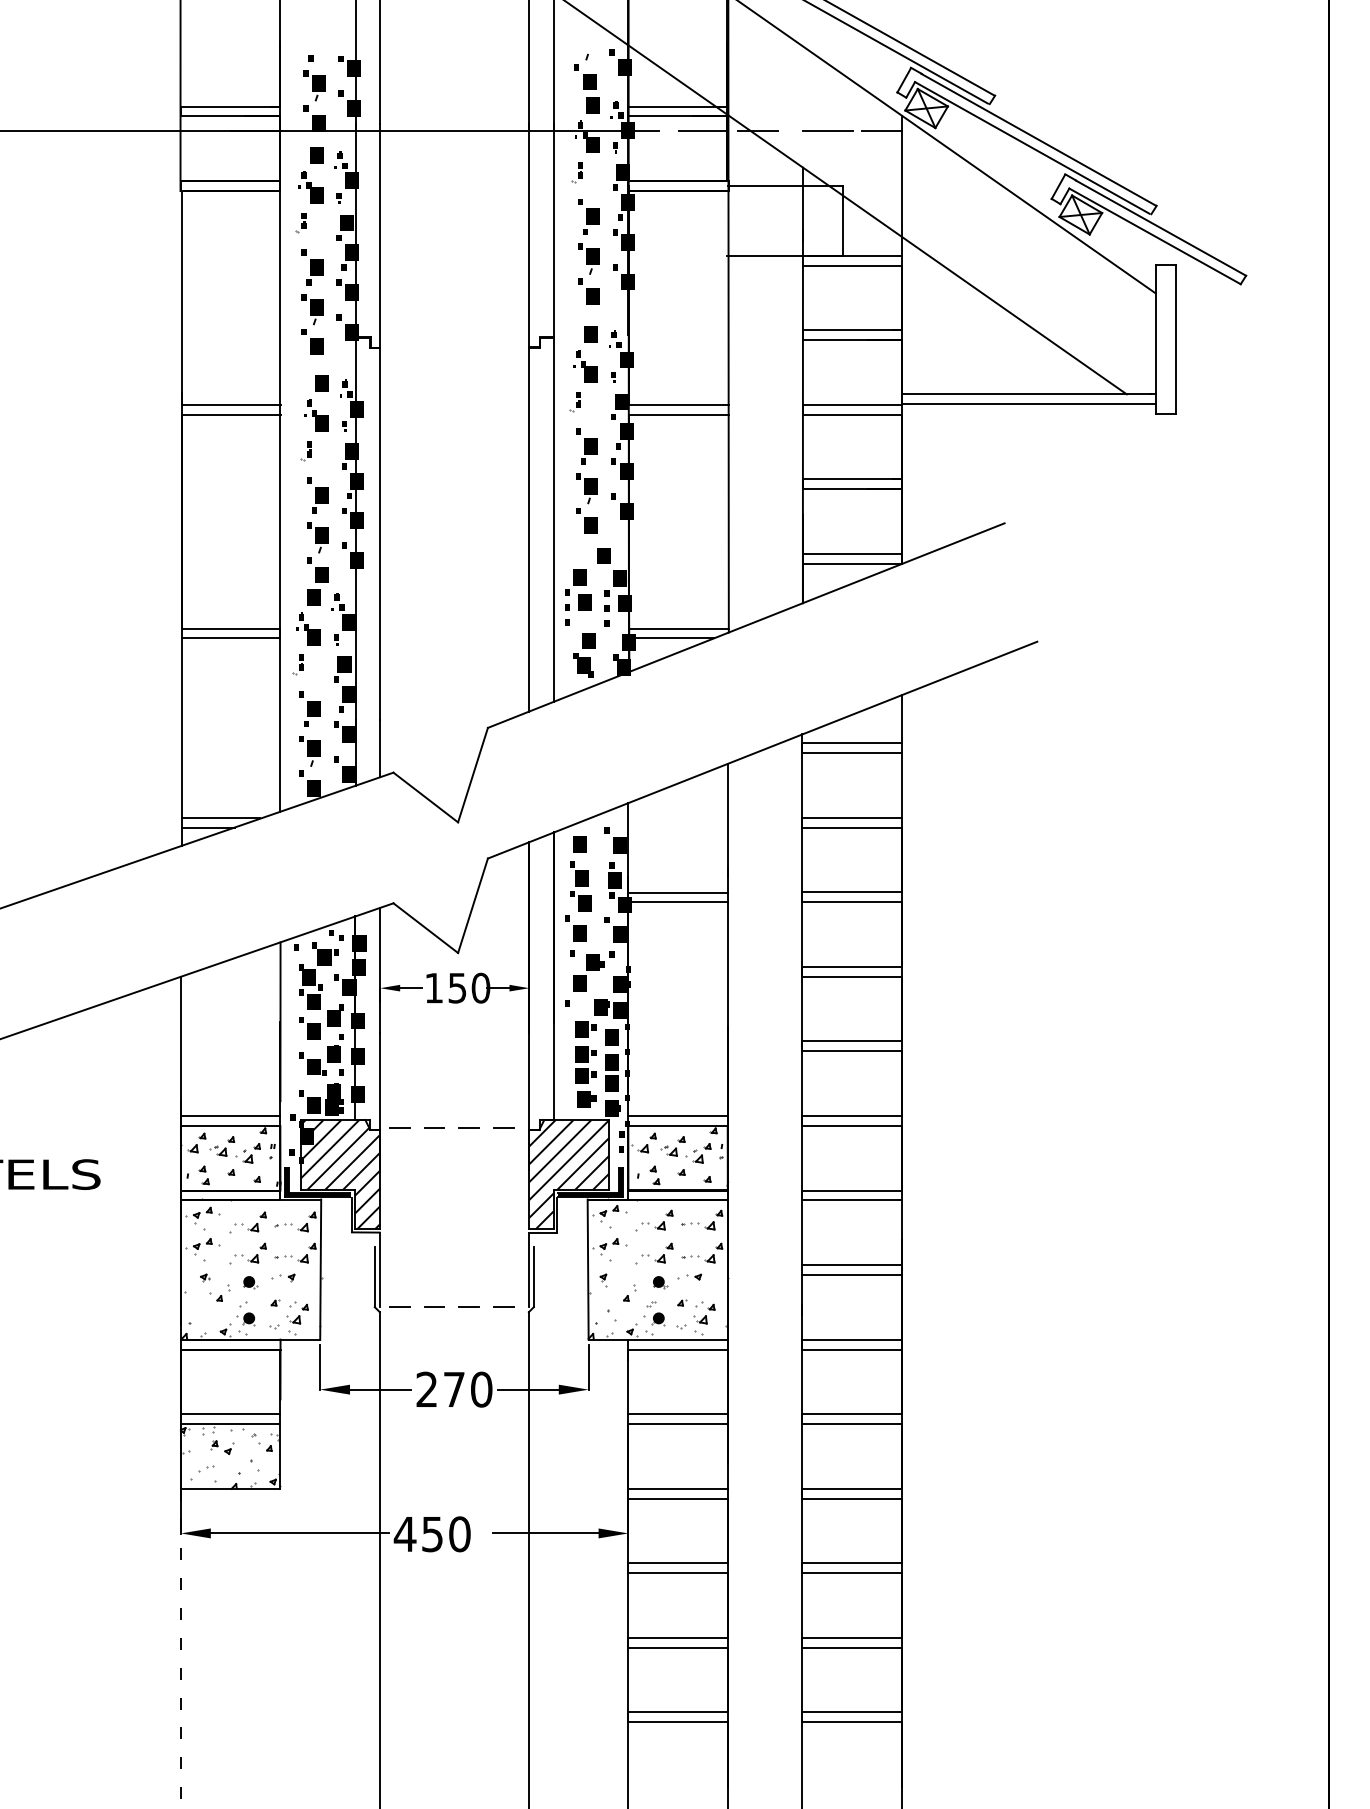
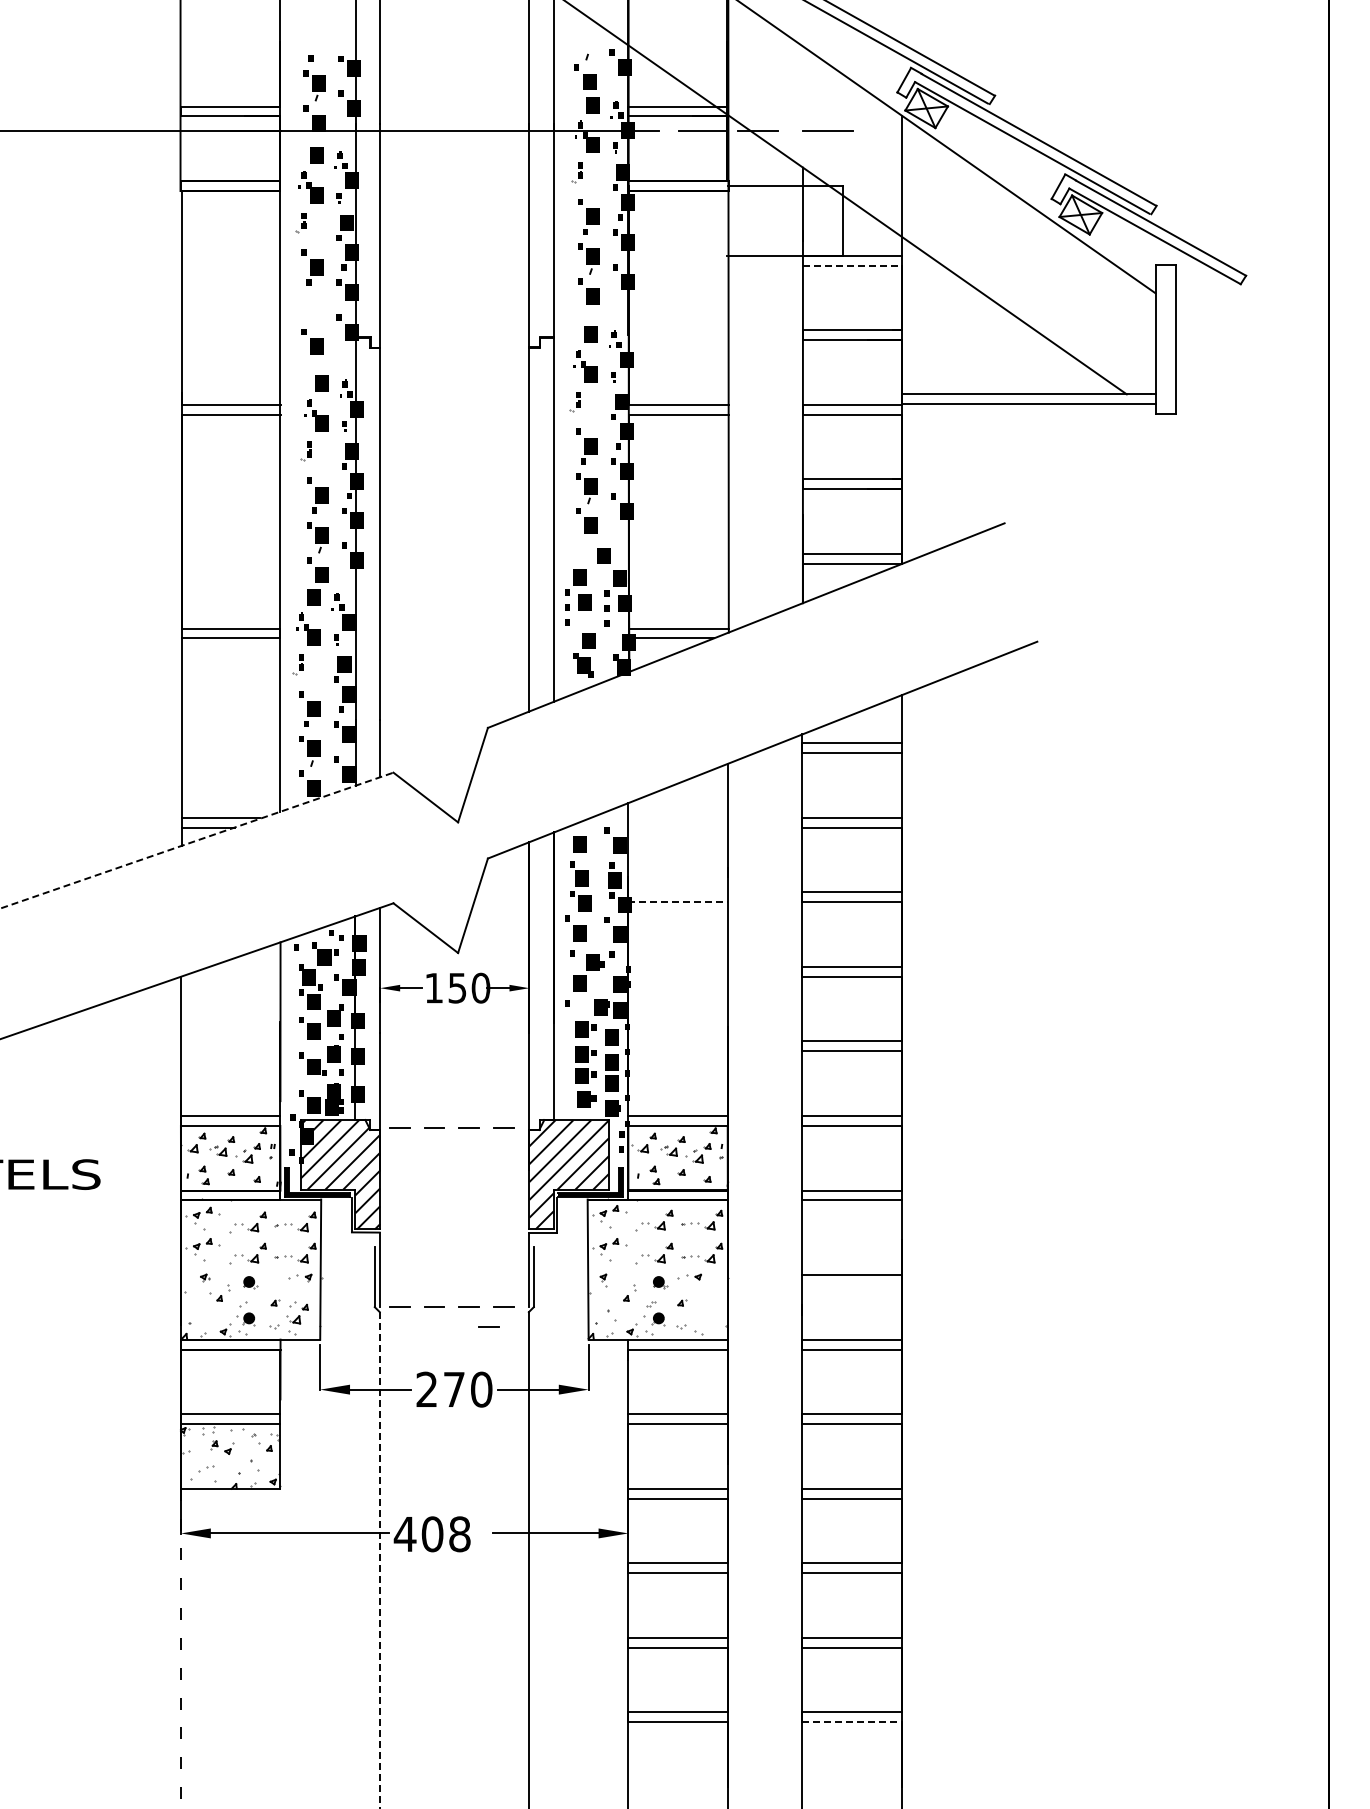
line at (882, 130): present -> none
line at (852, 265): solid -> dashed
part at (312, 309): present -> none
line at (197, 840): solid -> dashed
line at (677, 893): present -> none
line at (678, 902): solid -> dashed
line at (851, 1265): present -> none
part at (283, 1277) position: (283, 1277) -> (300, 1277)
part at (704, 1312): present -> none
line at (488, 1326): none -> present
text at (445, 1534): 450 -> 408
line at (379, 1561): solid -> dashed
line at (852, 1722): solid -> dashed
